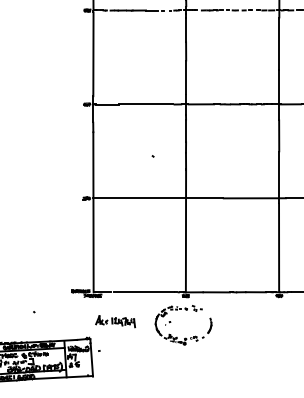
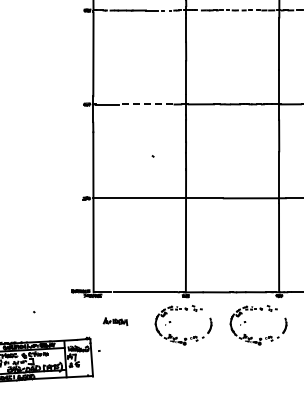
line at (146, 104): solid -> dashed
part at (115, 321) size: 41x14 px -> 27x9 px
part at (260, 337): none -> present
